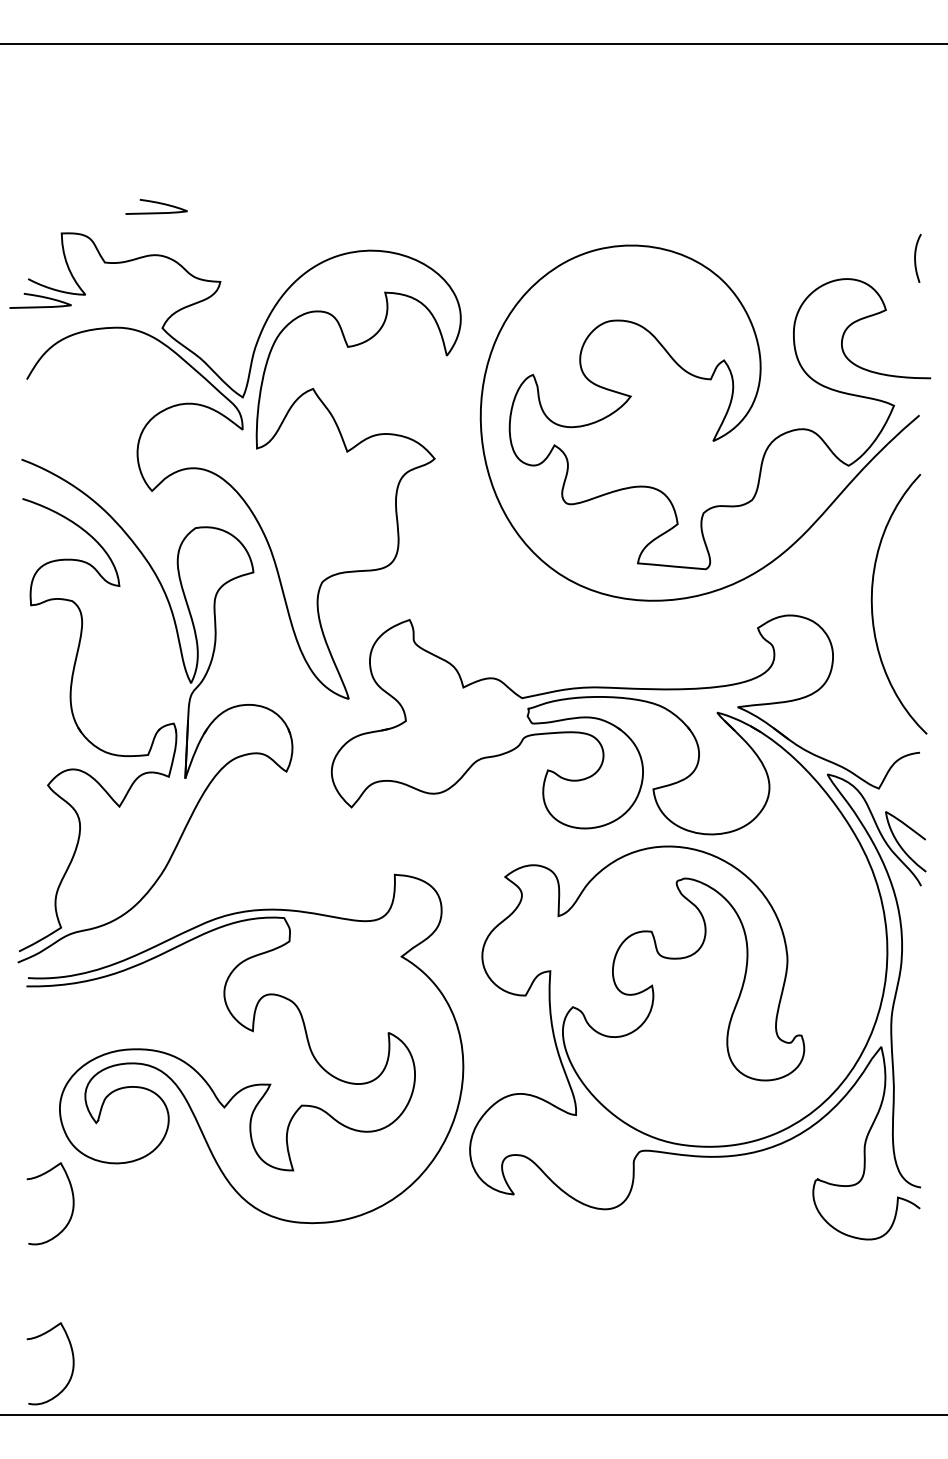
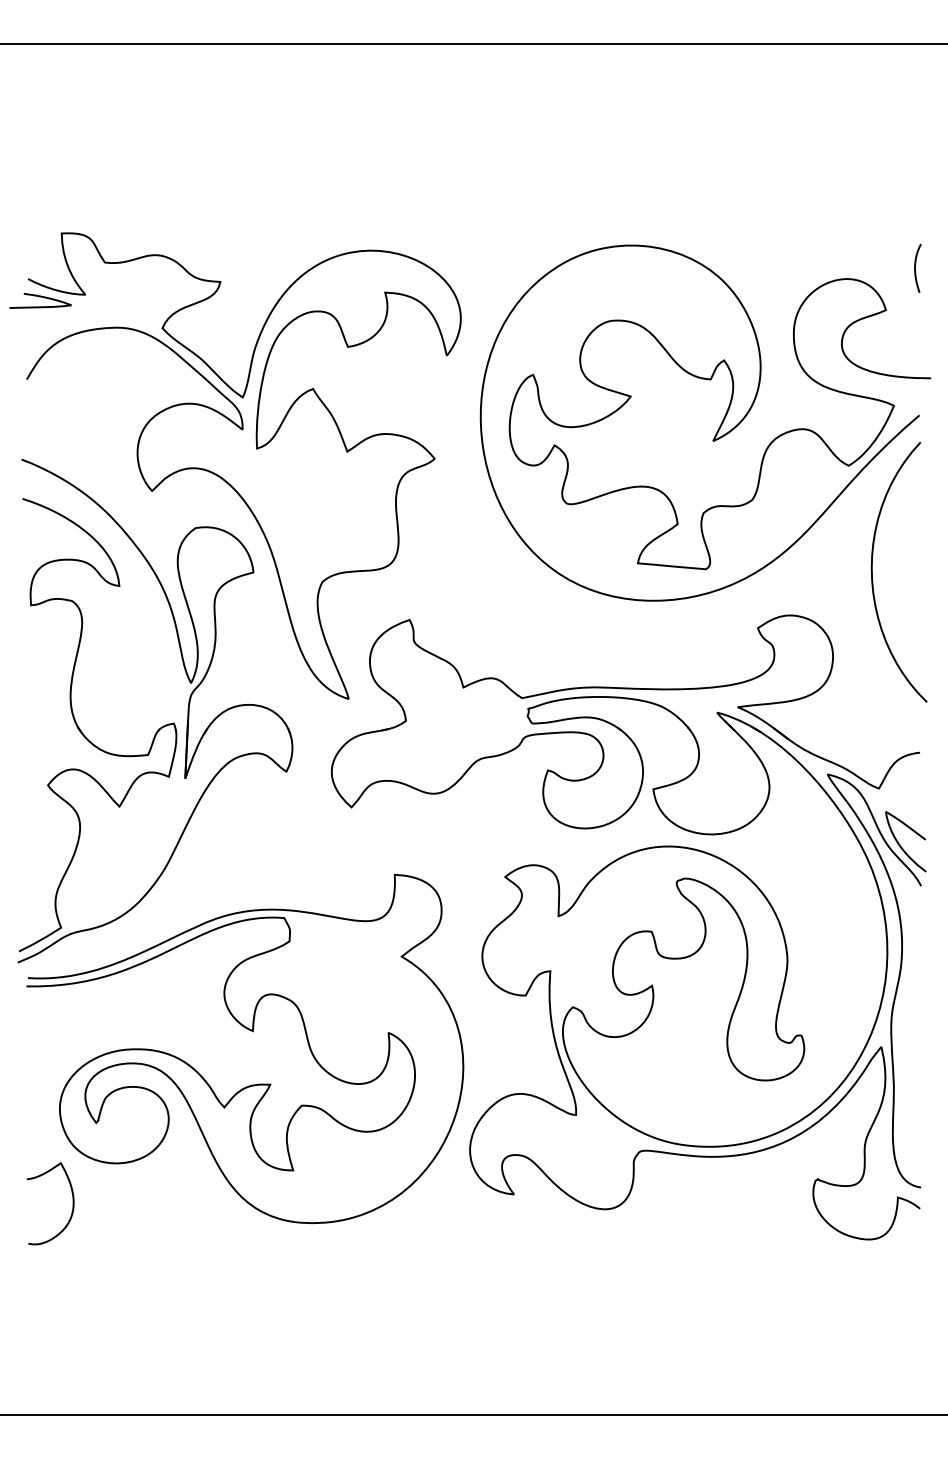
curve at (156, 203): present -> none
curve at (915, 257) position: (915, 257) -> (915, 267)
curve at (872, 604) position: (872, 604) -> (872, 572)
curve at (72, 1363): present -> none
